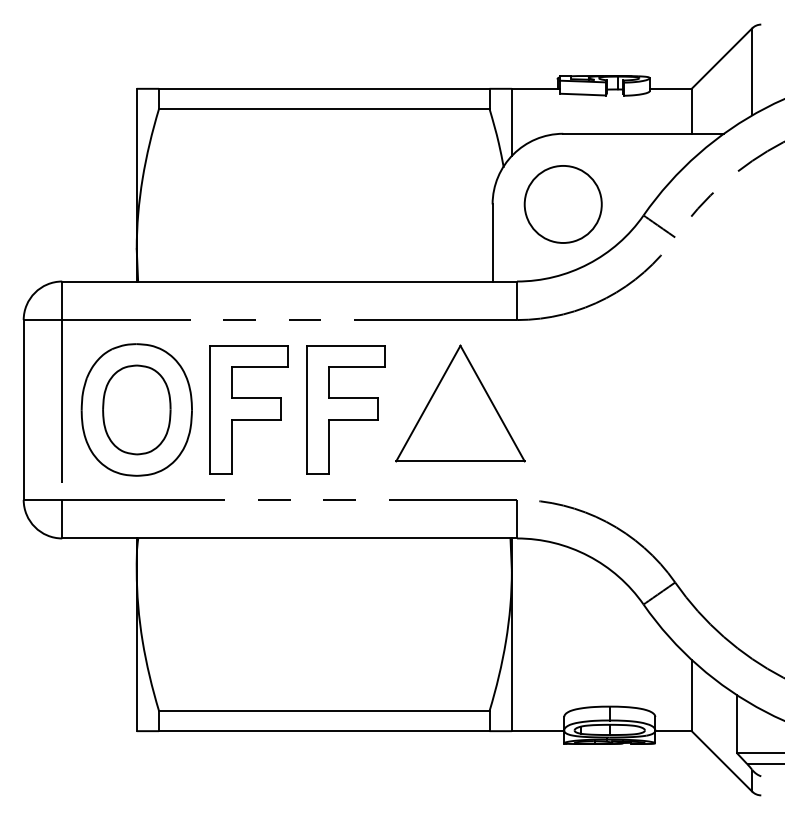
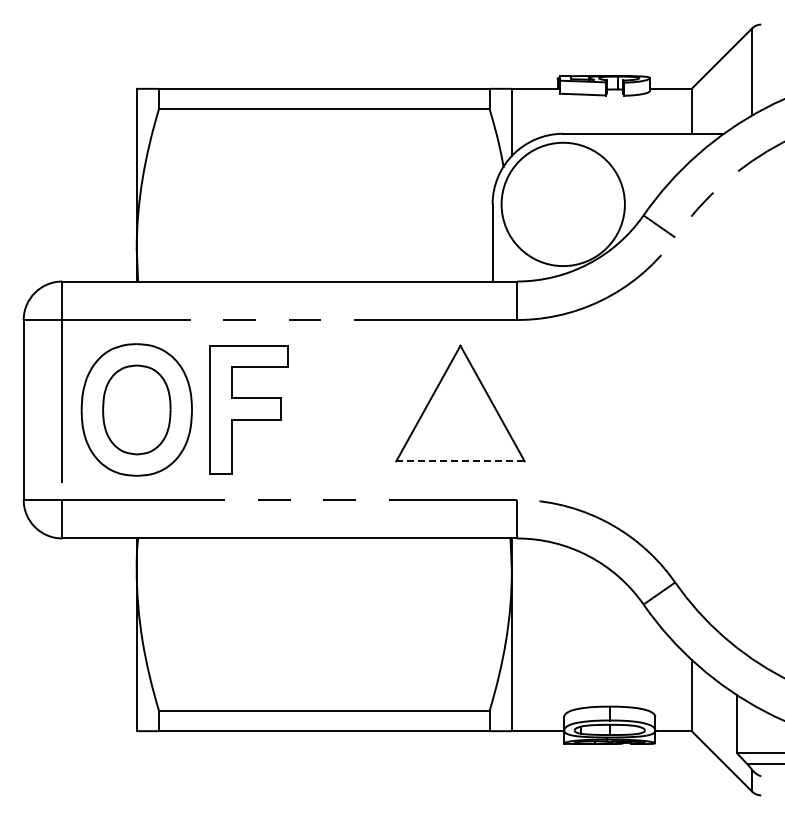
circle at (562, 203) diameter: 77 px -> 123 px
part at (345, 409): present -> none
line at (460, 461): solid -> dashed
